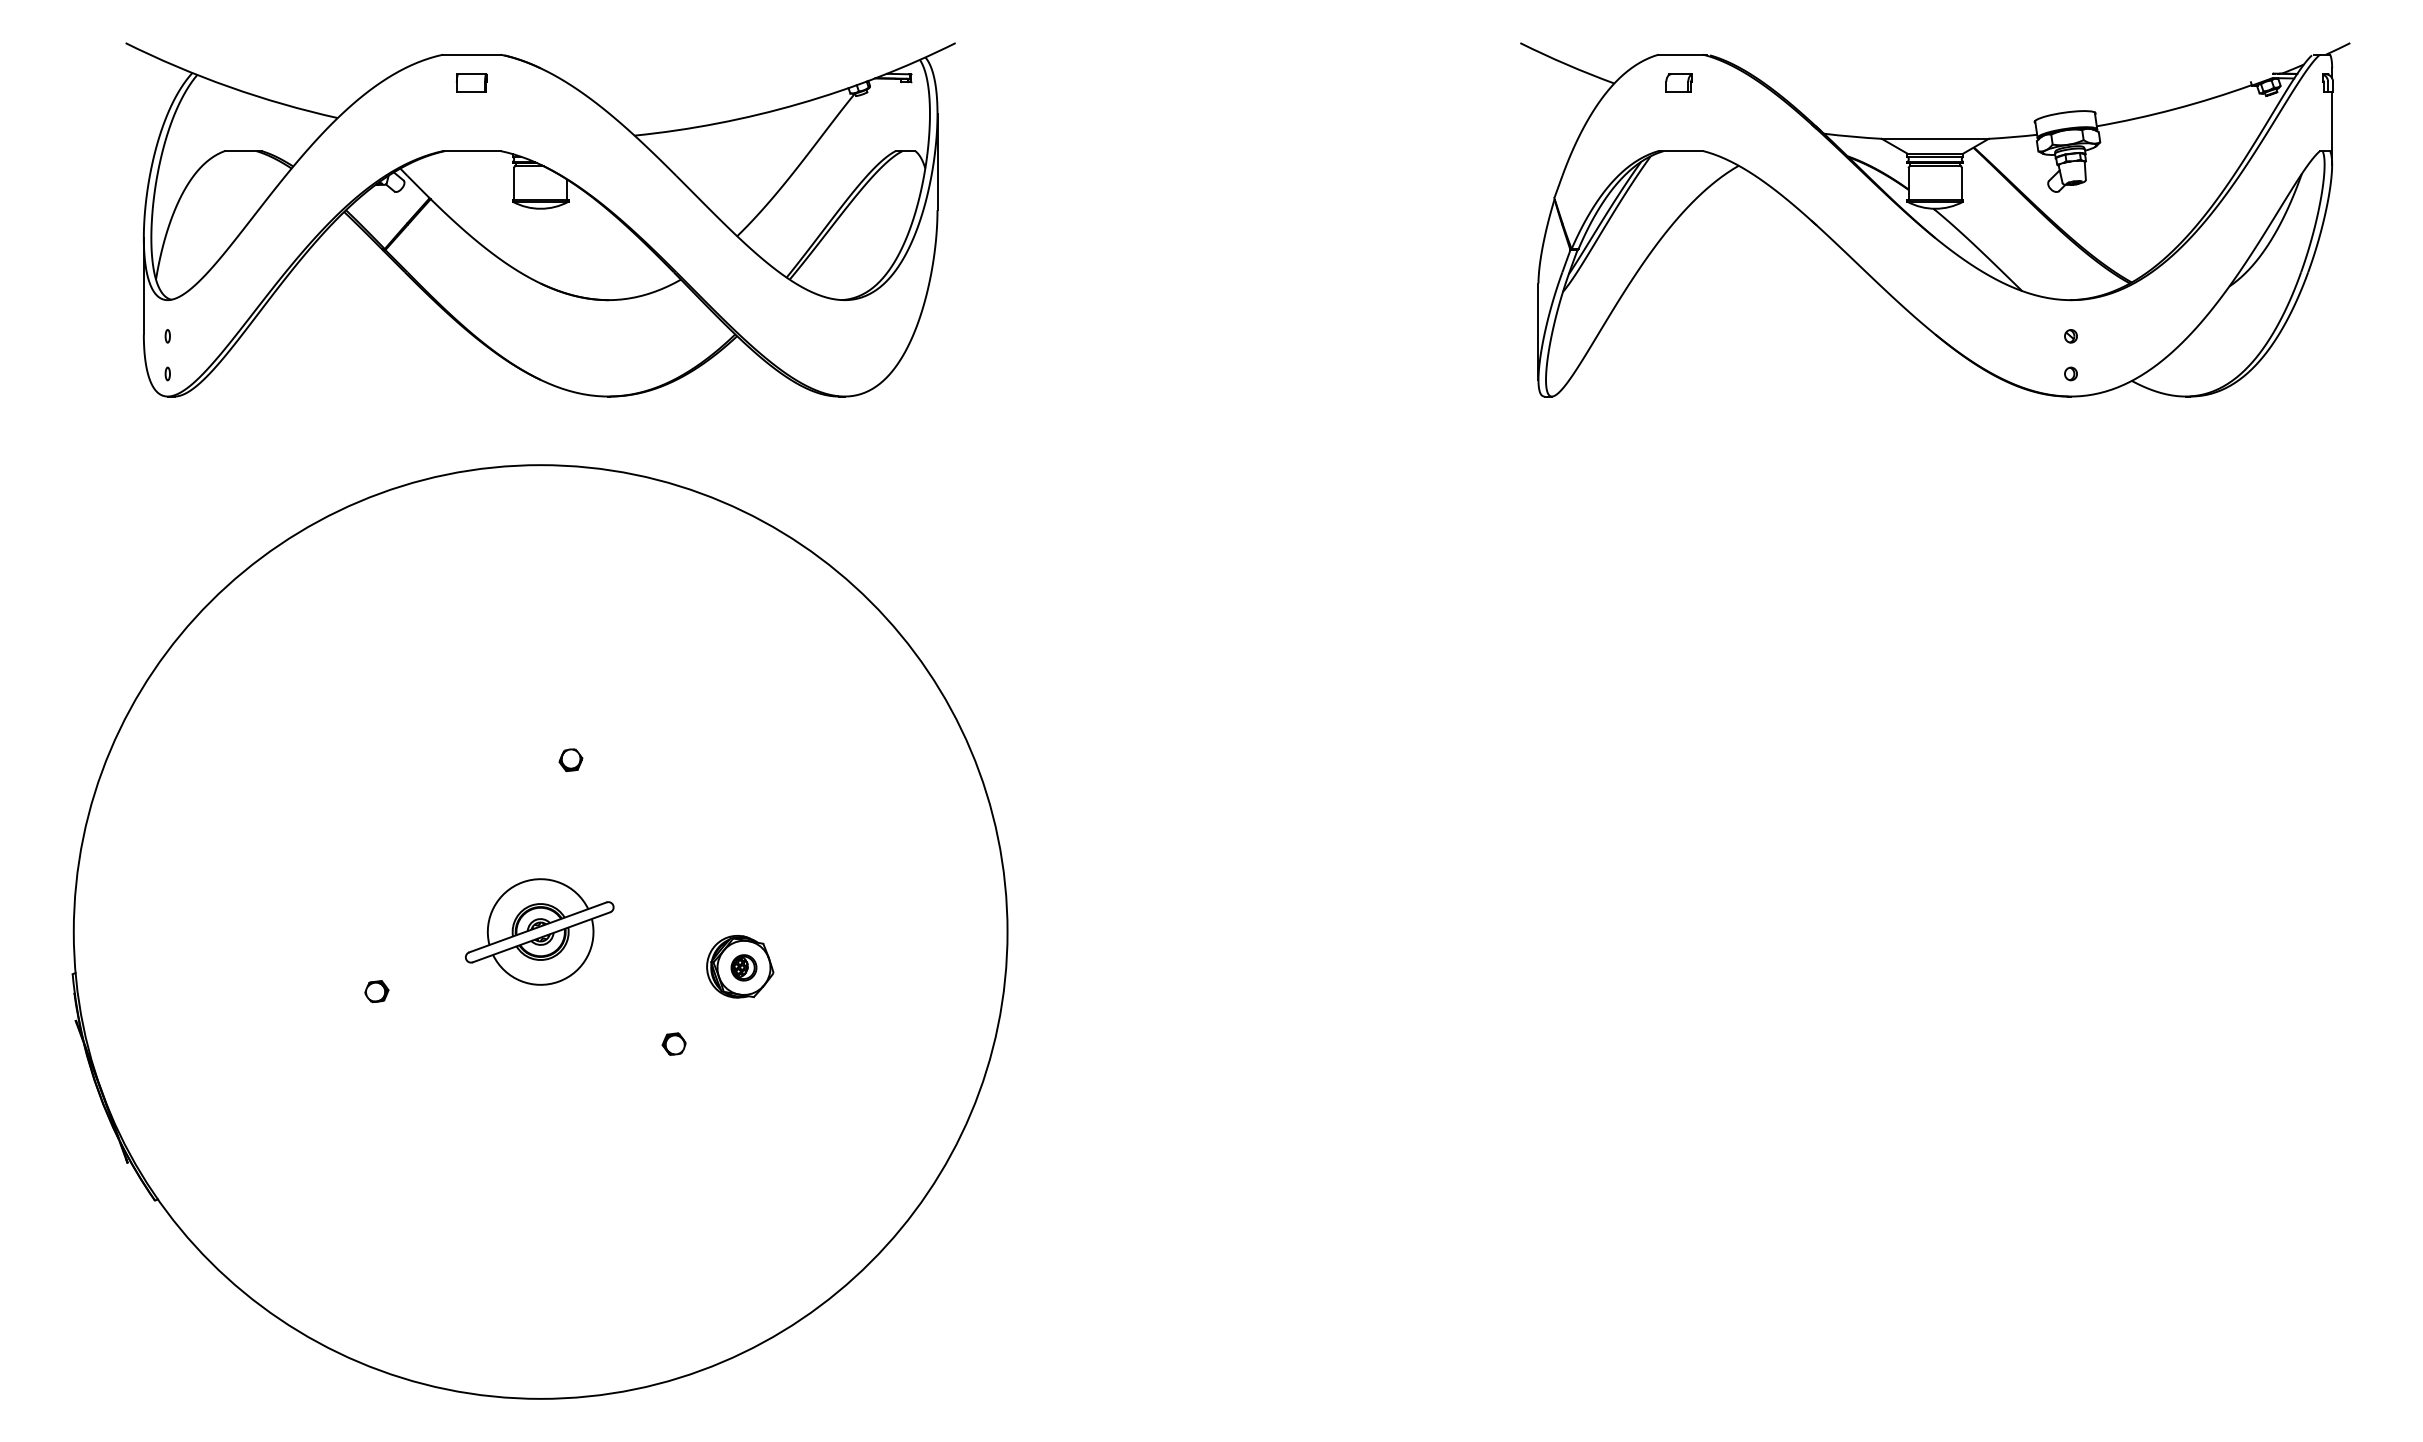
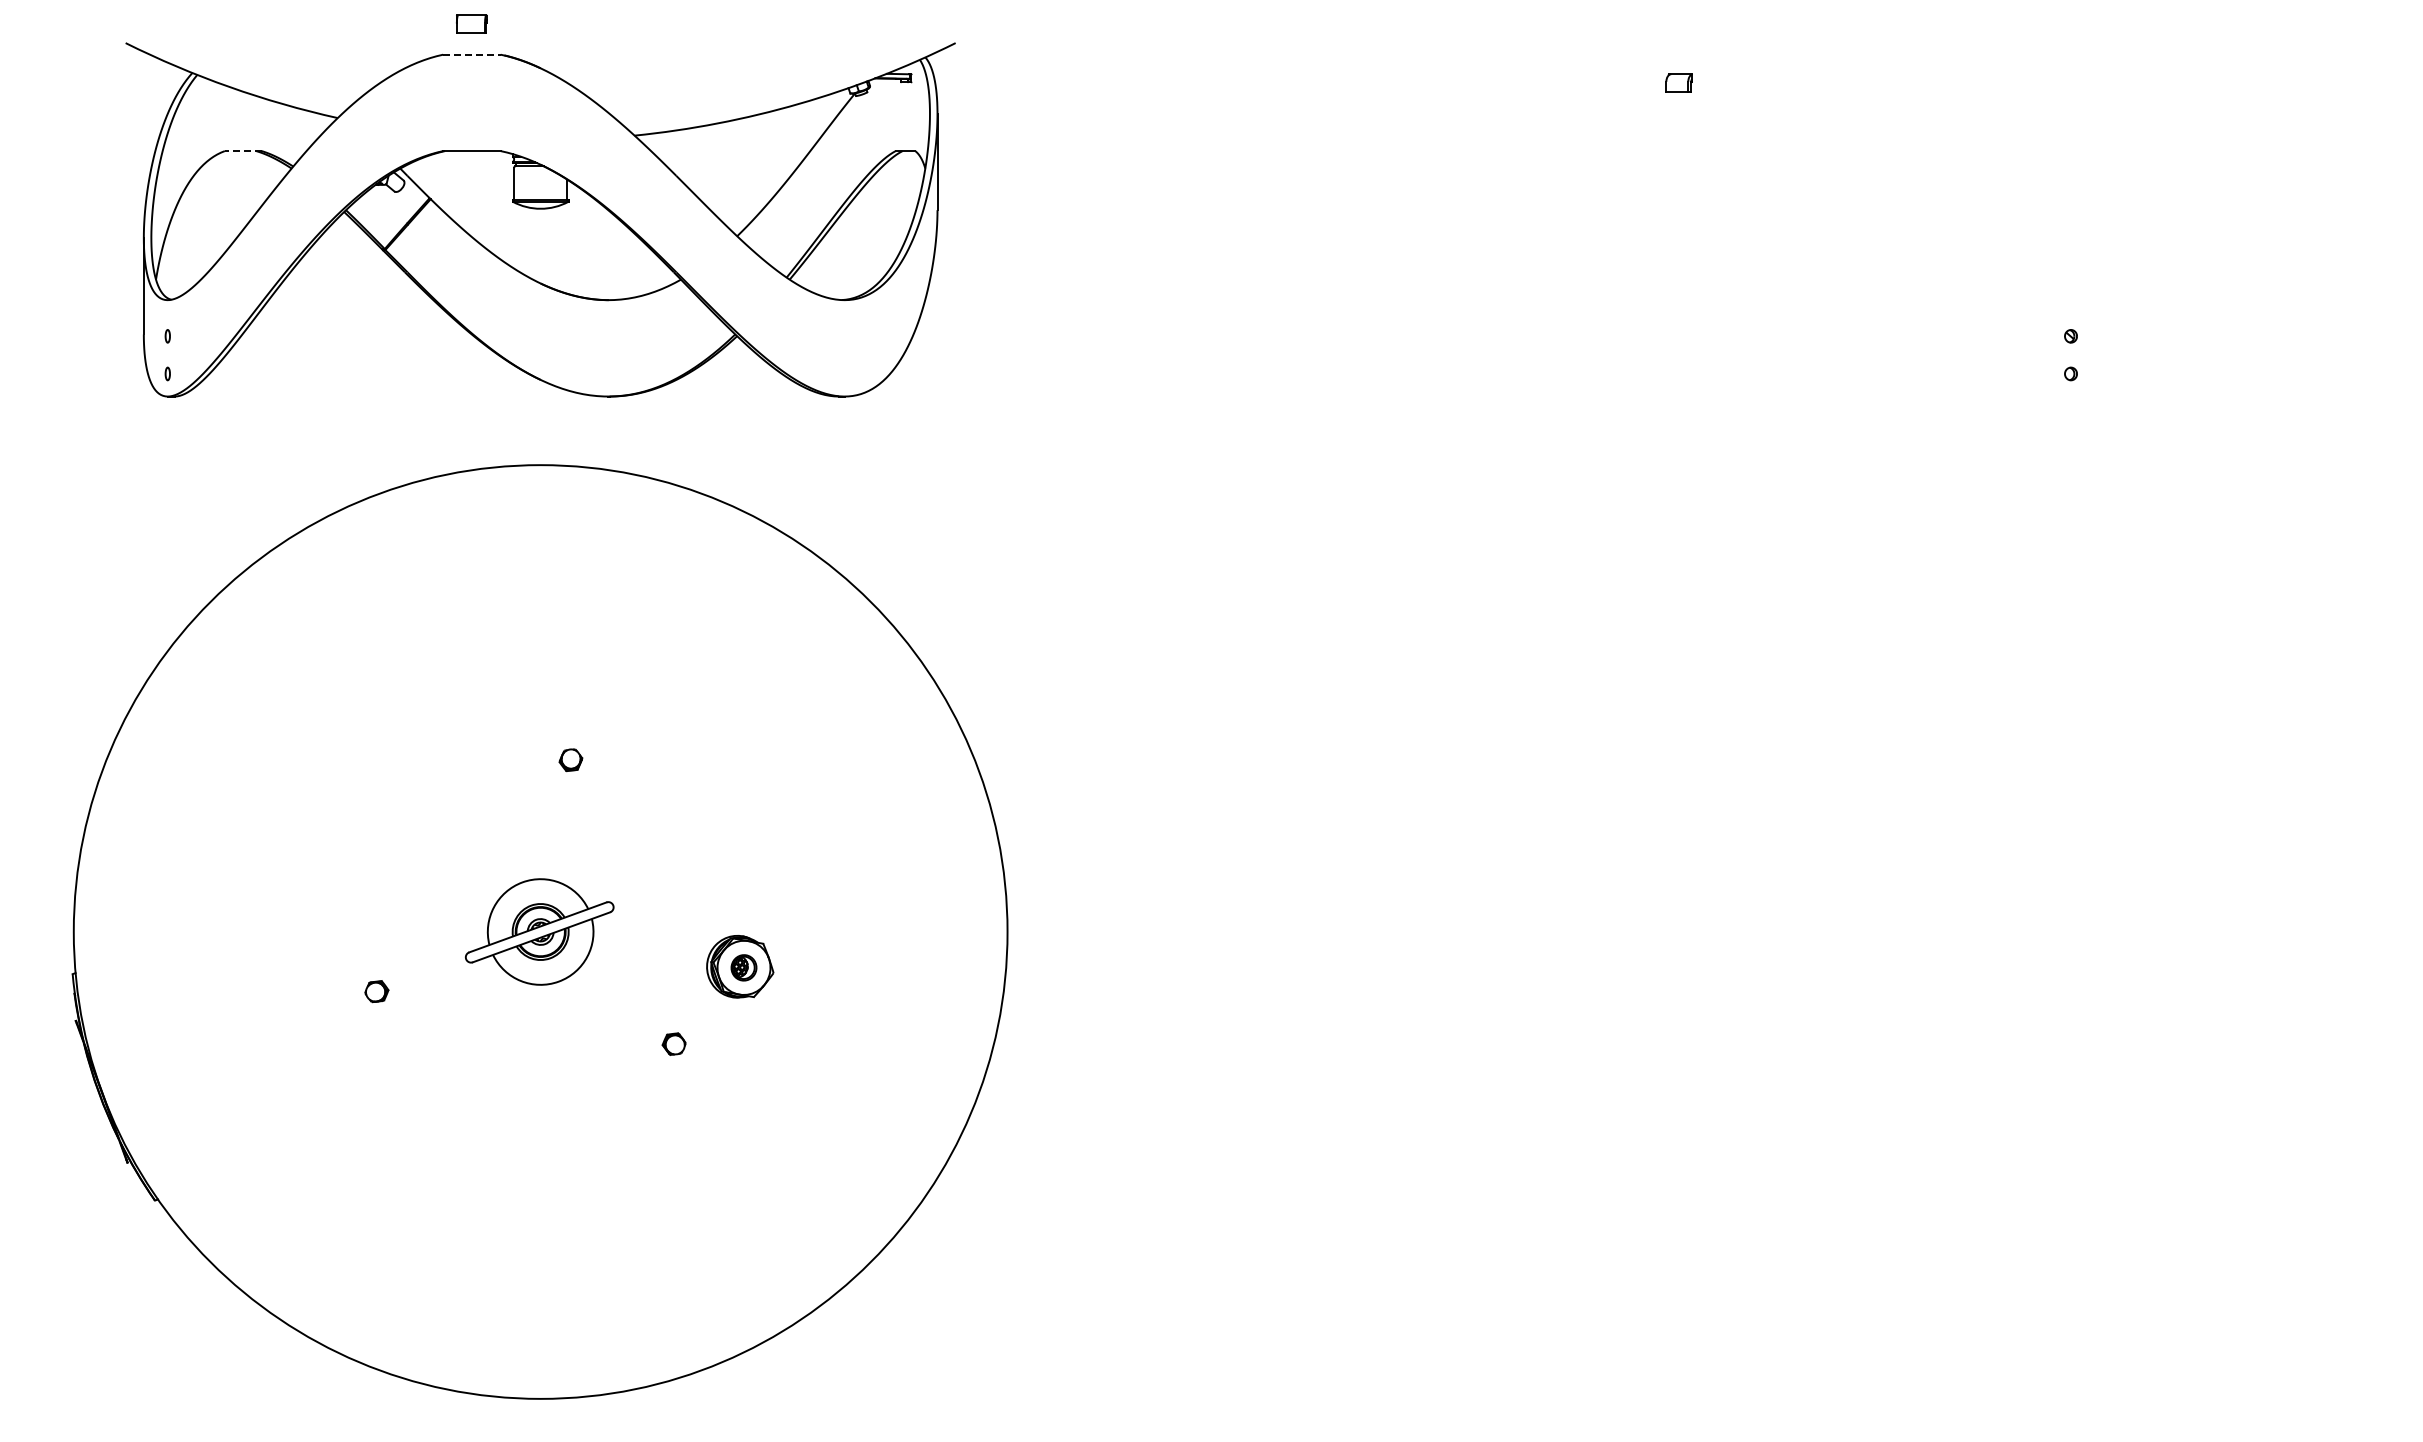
line at (471, 54): solid -> dashed
part at (471, 82) position: (471, 82) -> (471, 23)
line at (242, 151): solid -> dashed
part at (1935, 219): present -> none
